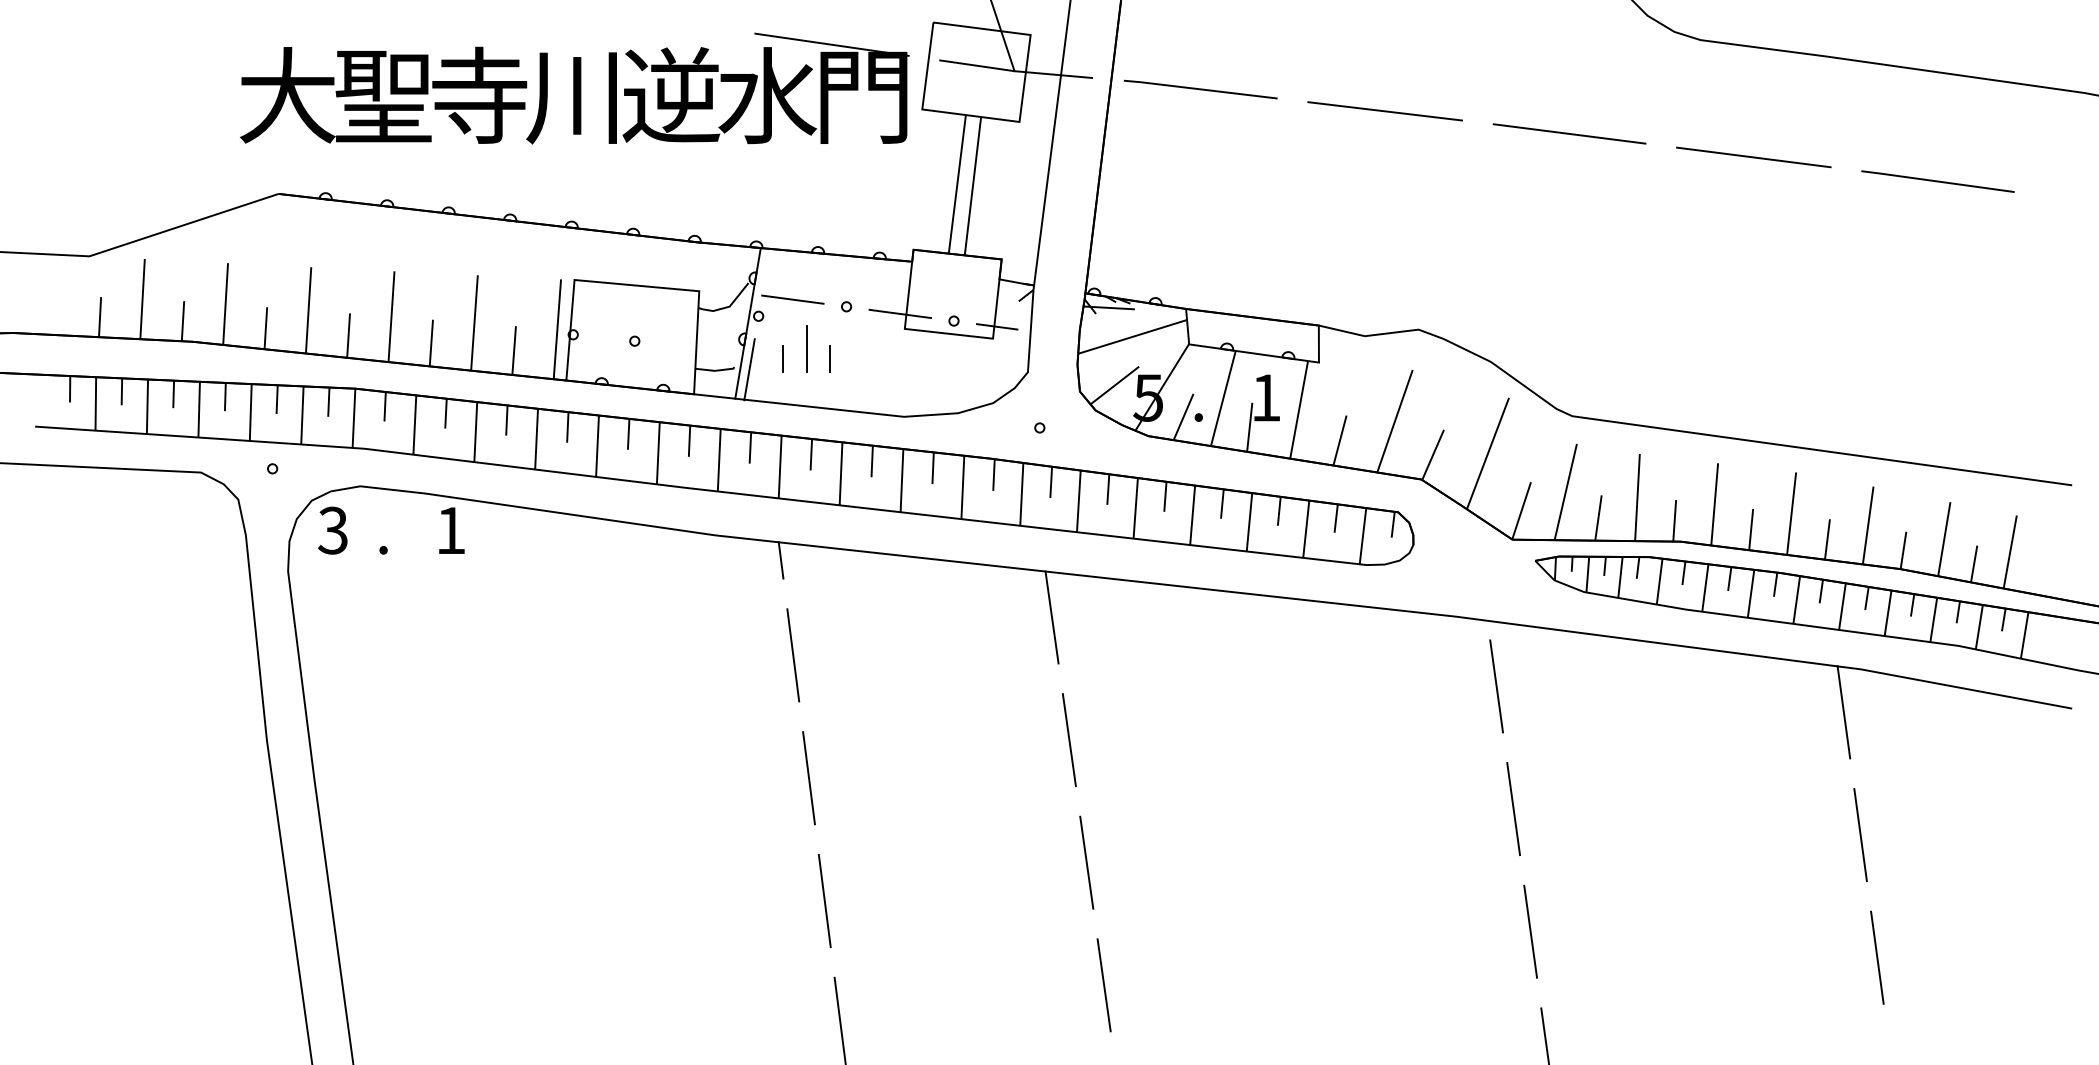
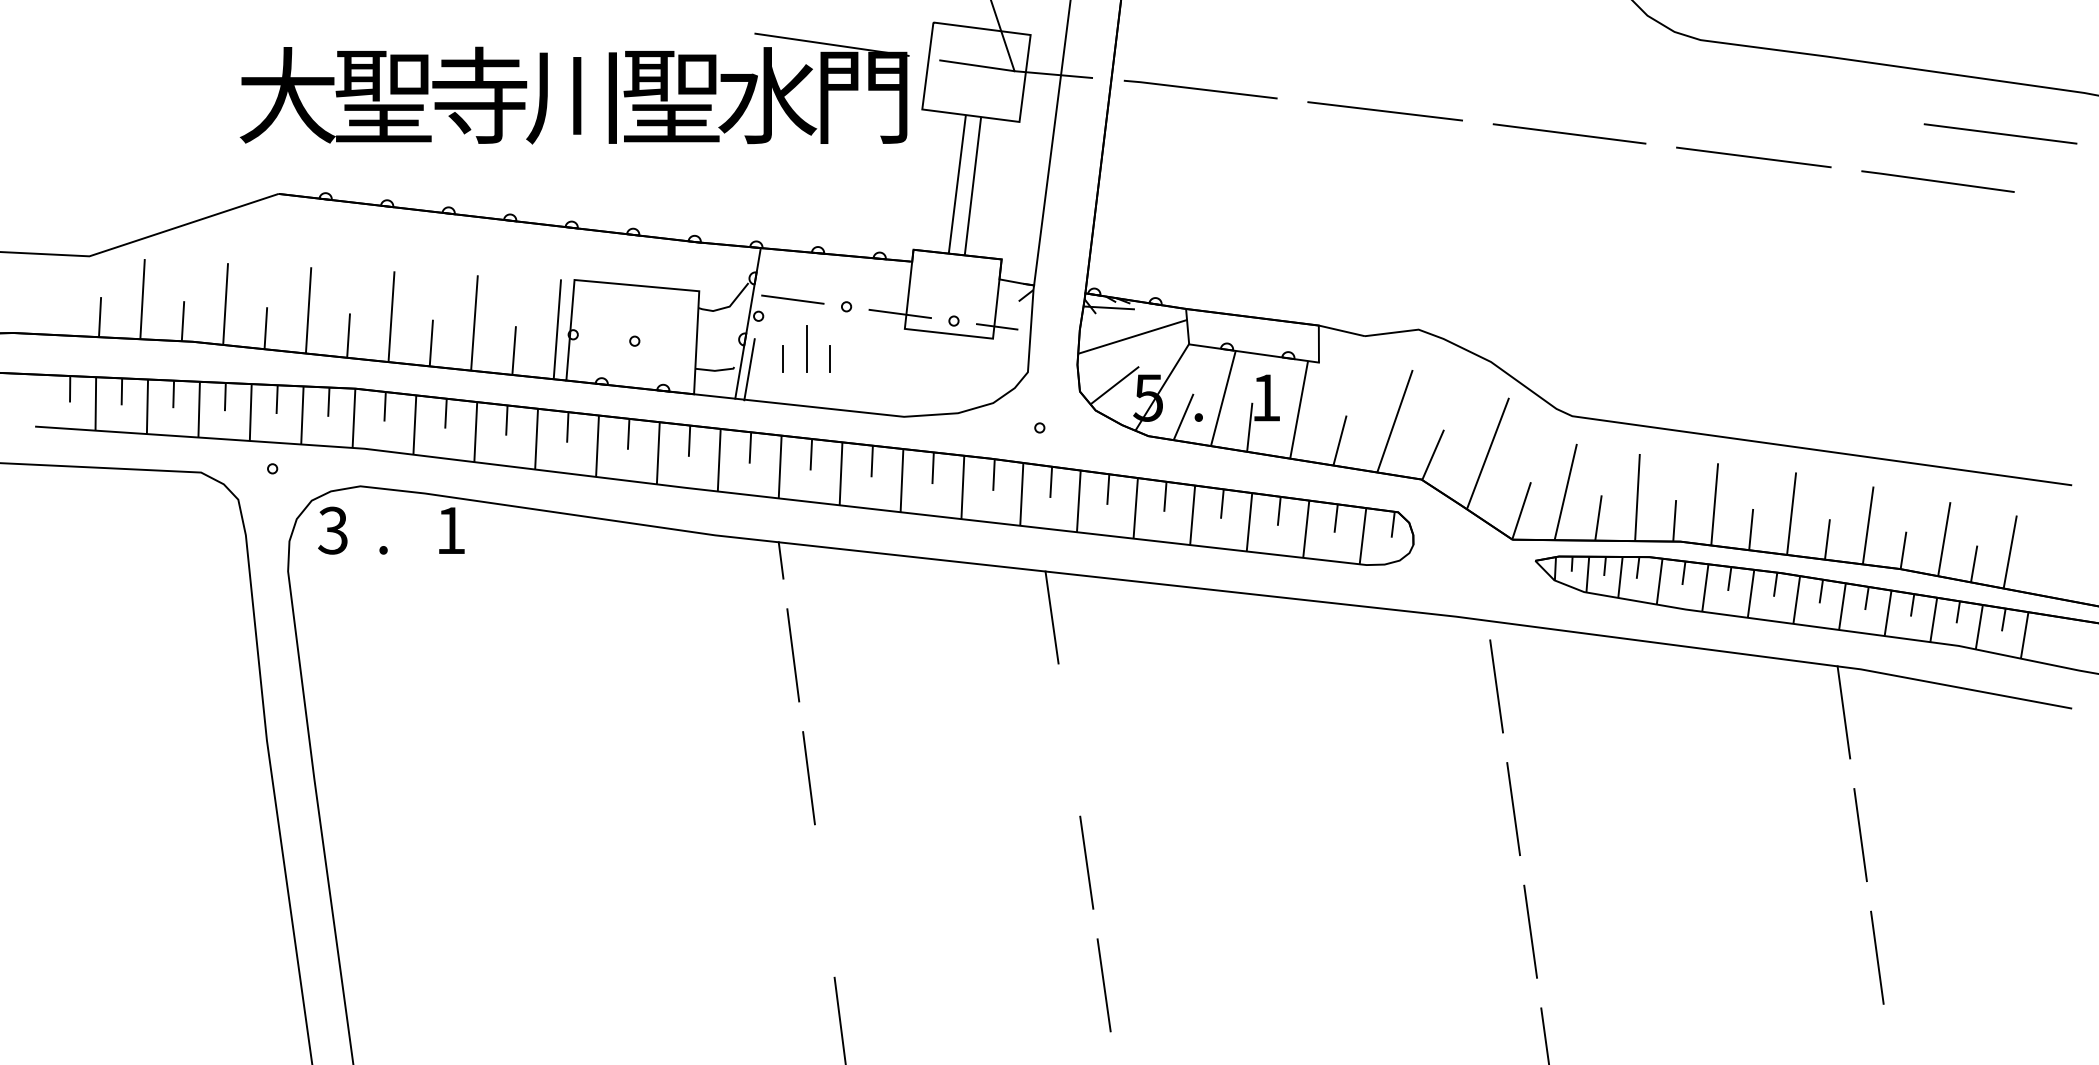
text at (671, 94): 逆 -> 聖
line at (2000, 133): none -> present
line at (1068, 740): present -> none
line at (824, 900): present -> none
